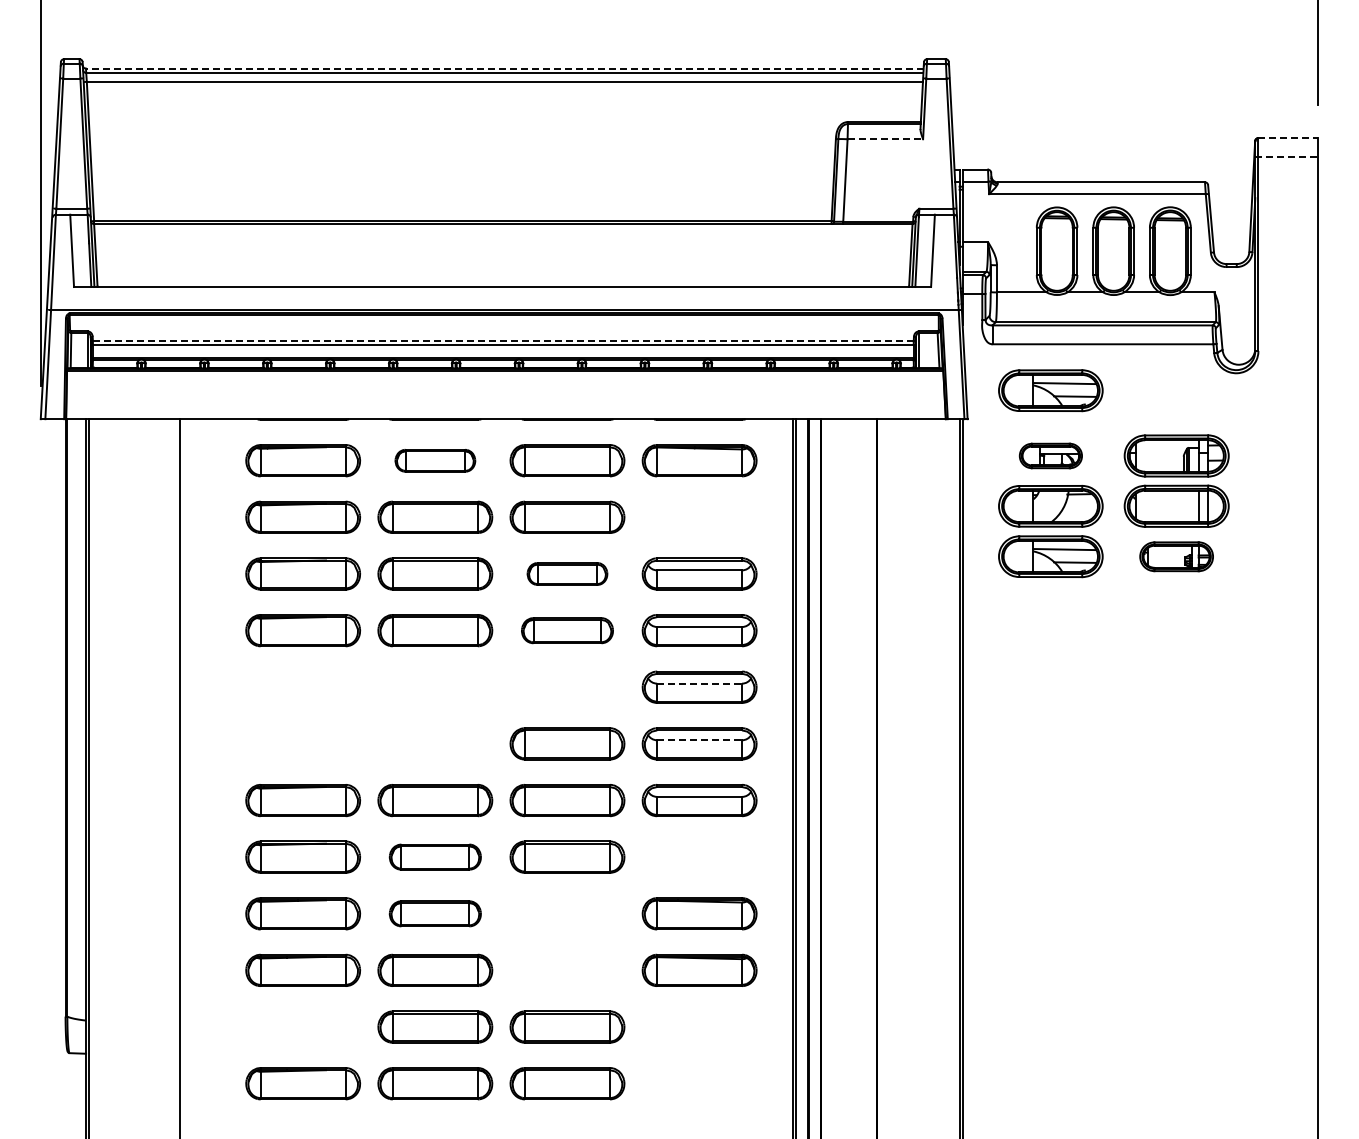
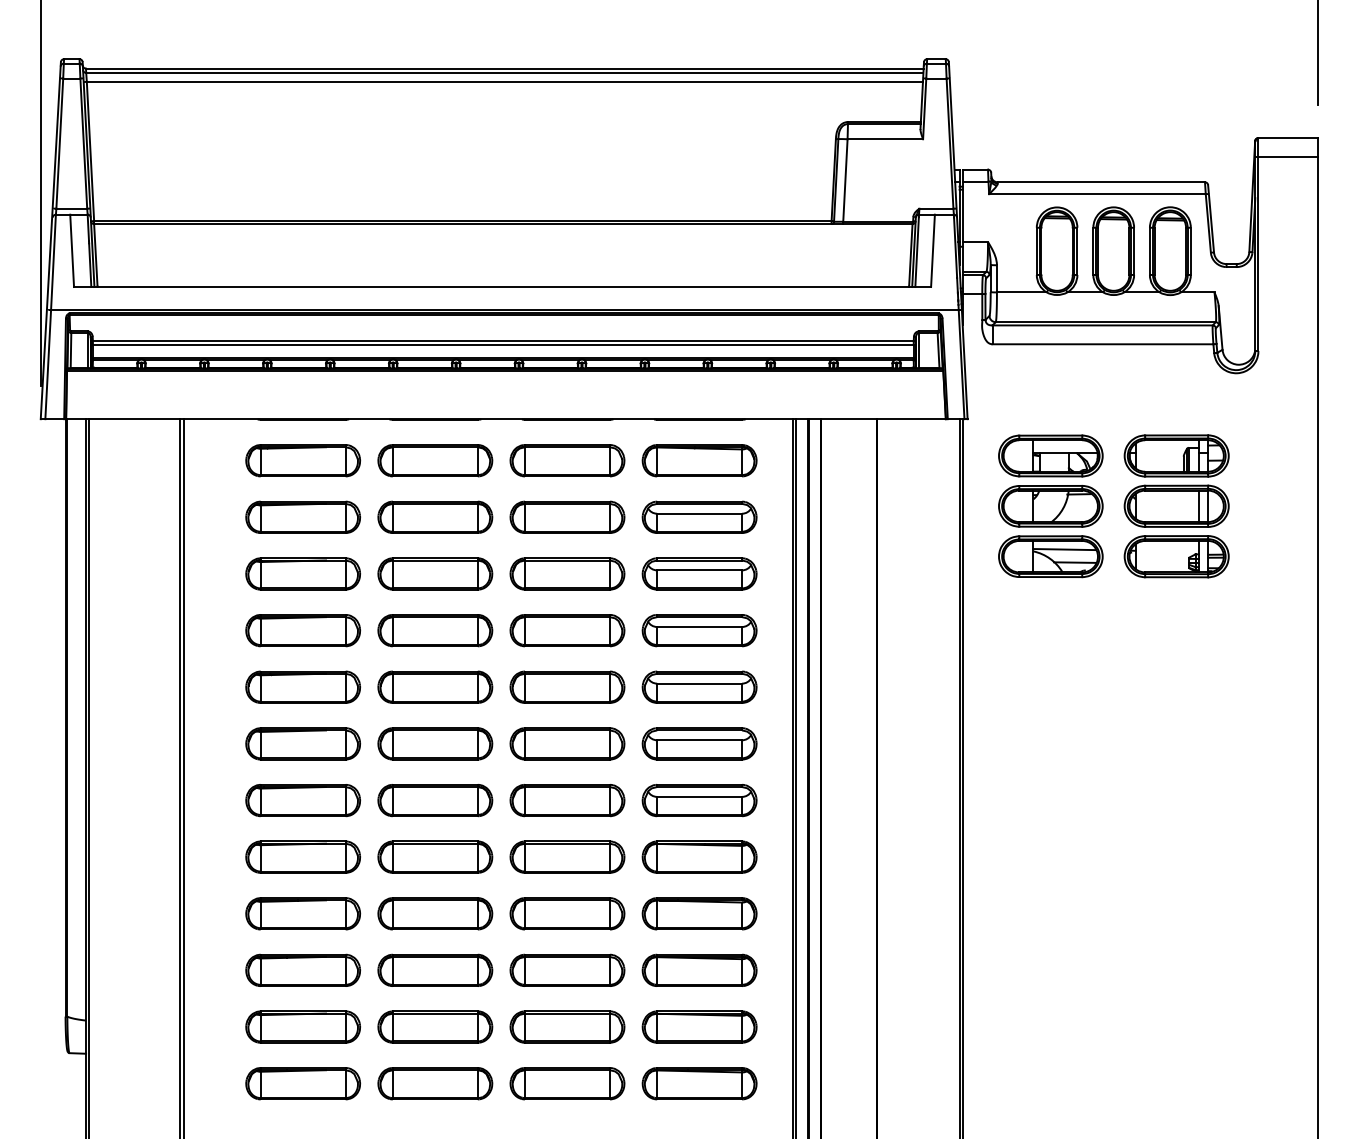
line at (504, 68): dashed -> solid
line at (1288, 138): dashed -> solid
line at (885, 139): dashed -> solid
line at (1287, 157): dashed -> solid
line at (503, 340): dashed -> solid
part at (1050, 390): present -> none
part at (1050, 455) size: 65x28 px -> 106x44 px
part at (435, 460) size: 83x24 px -> 117x34 px
part at (699, 516): none -> present
part at (1176, 556) size: 75x32 px -> 107x44 px
part at (567, 573) size: 83x24 px -> 117x34 px
part at (567, 630) size: 93x28 px -> 117x34 px
line at (700, 683): dashed -> solid
part at (302, 686): none -> present
part at (435, 686): none -> present
part at (567, 686): none -> present
line at (700, 740): dashed -> solid
part at (303, 743): none -> present
part at (435, 743): none -> present
line at (183, 777): none -> present
part at (434, 856) size: 94x28 px -> 117x34 px
part at (699, 856): none -> present
part at (434, 913) size: 94x28 px -> 117x34 px
part at (567, 913): none -> present
part at (567, 969): none -> present
part at (302, 1026): none -> present
part at (699, 1026): none -> present
part at (699, 1083): none -> present
